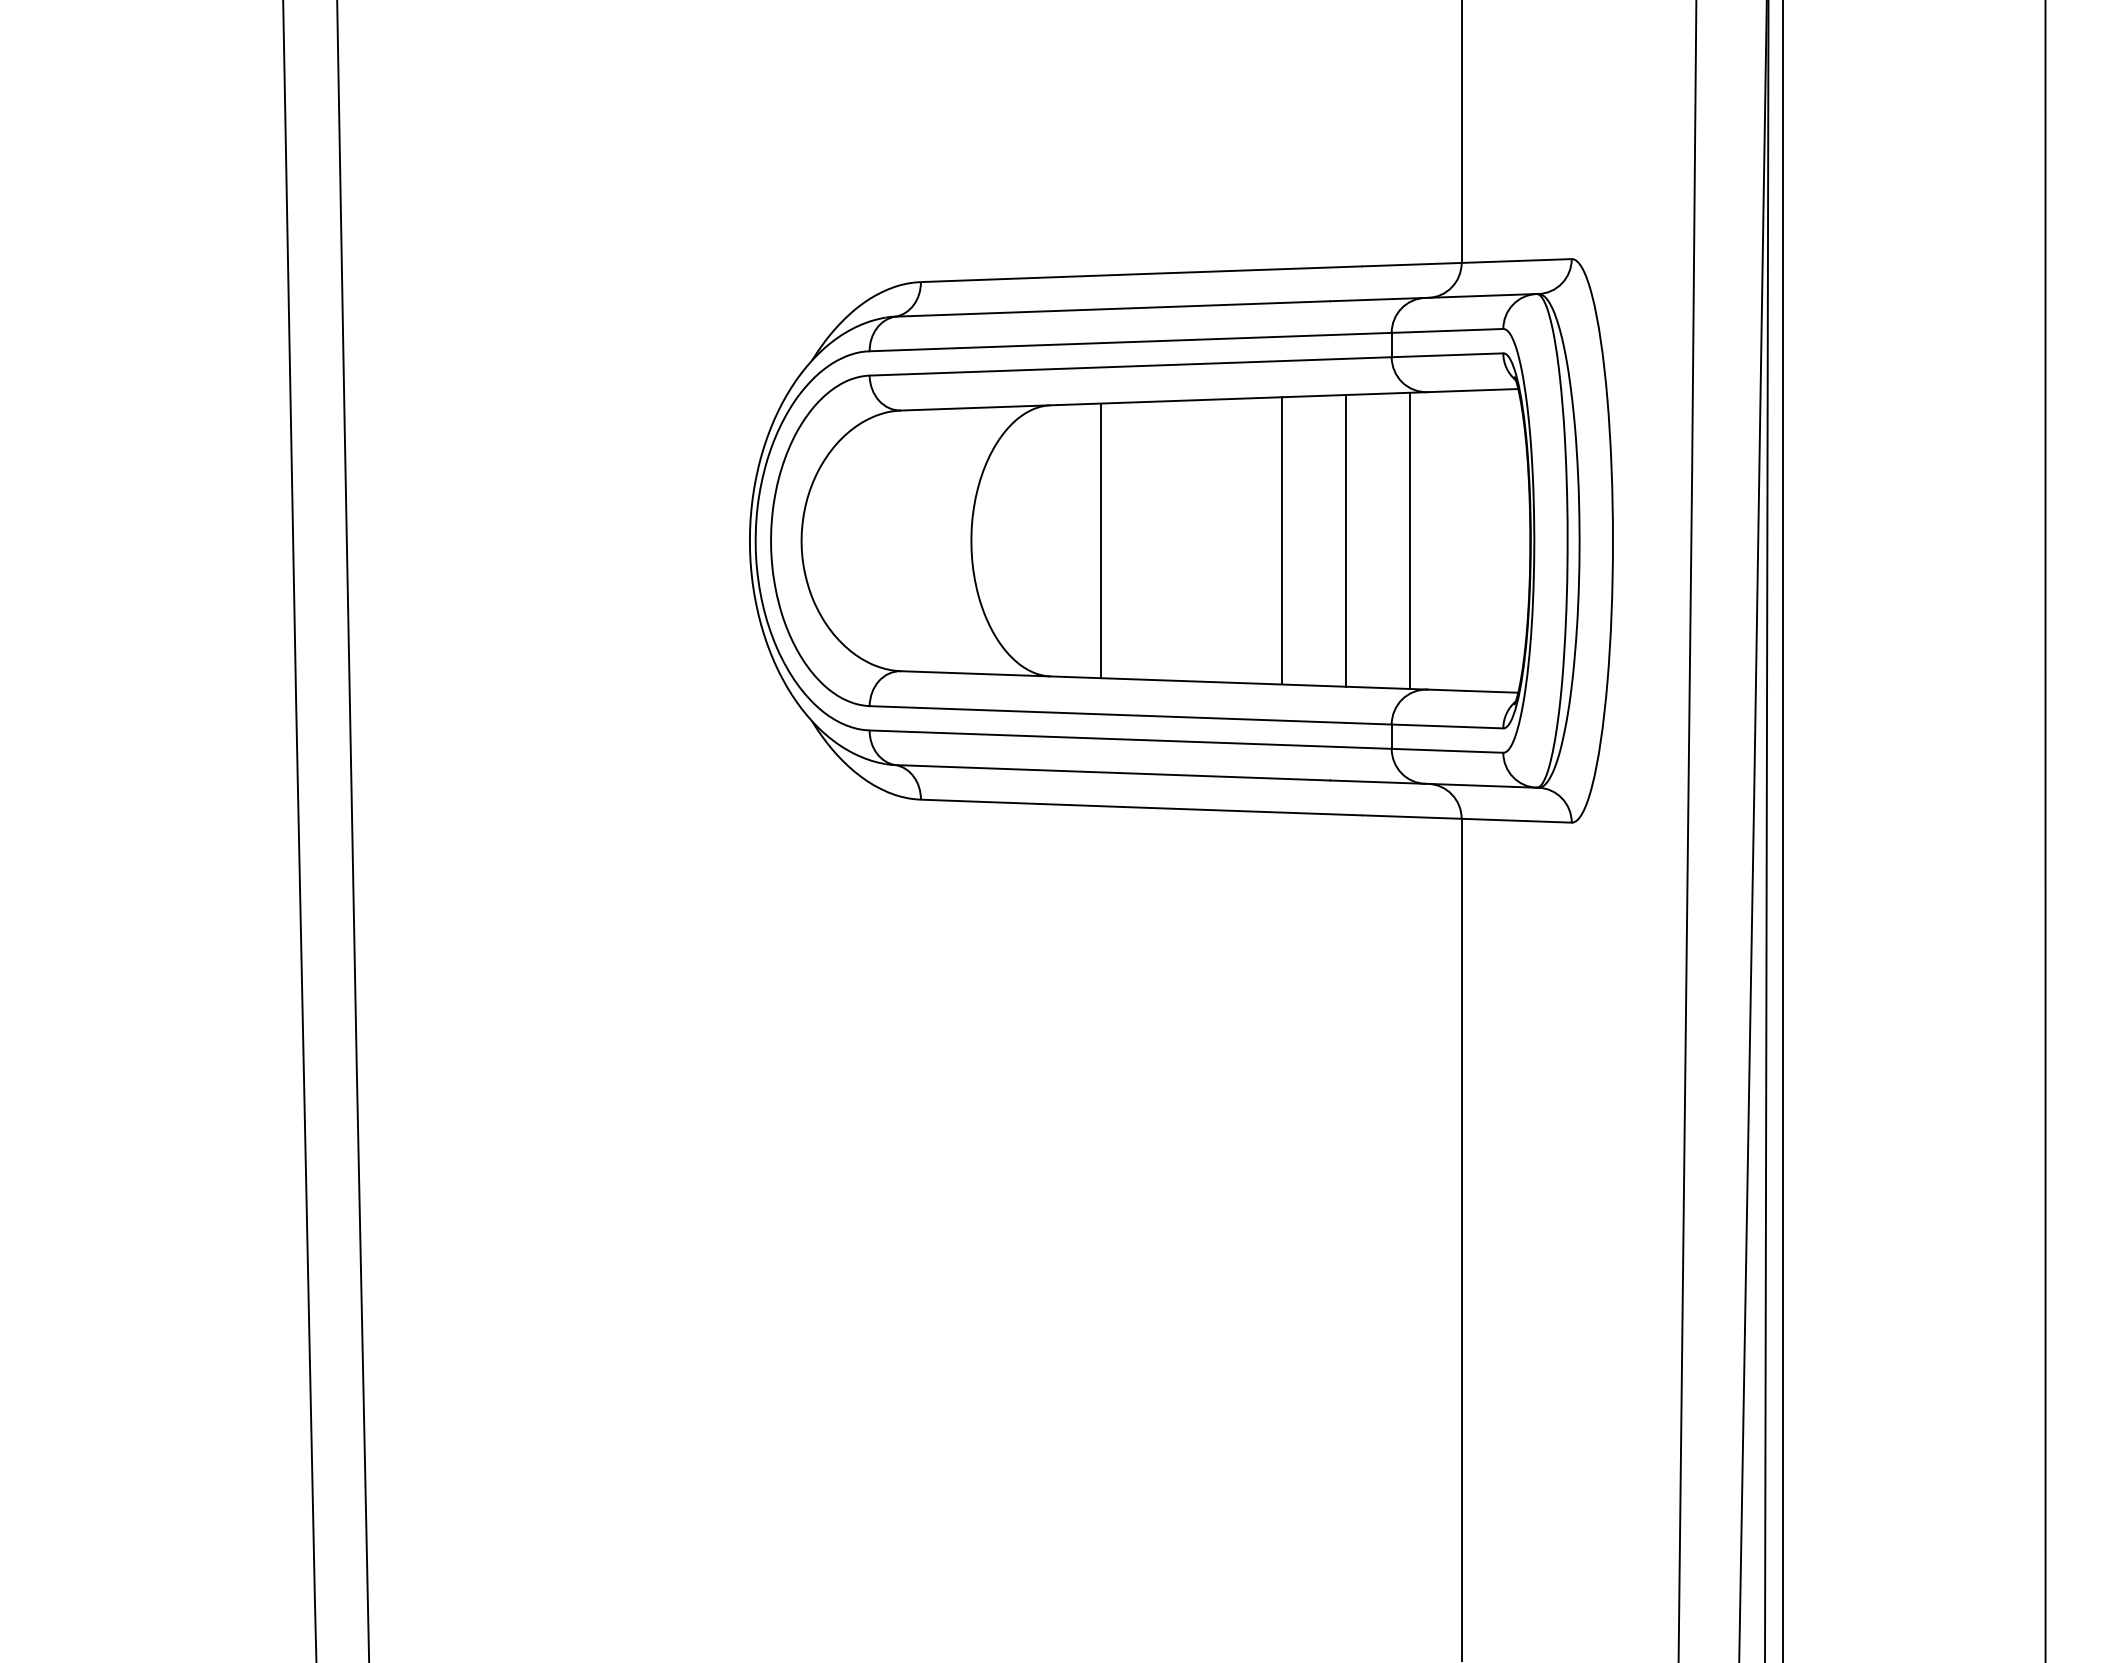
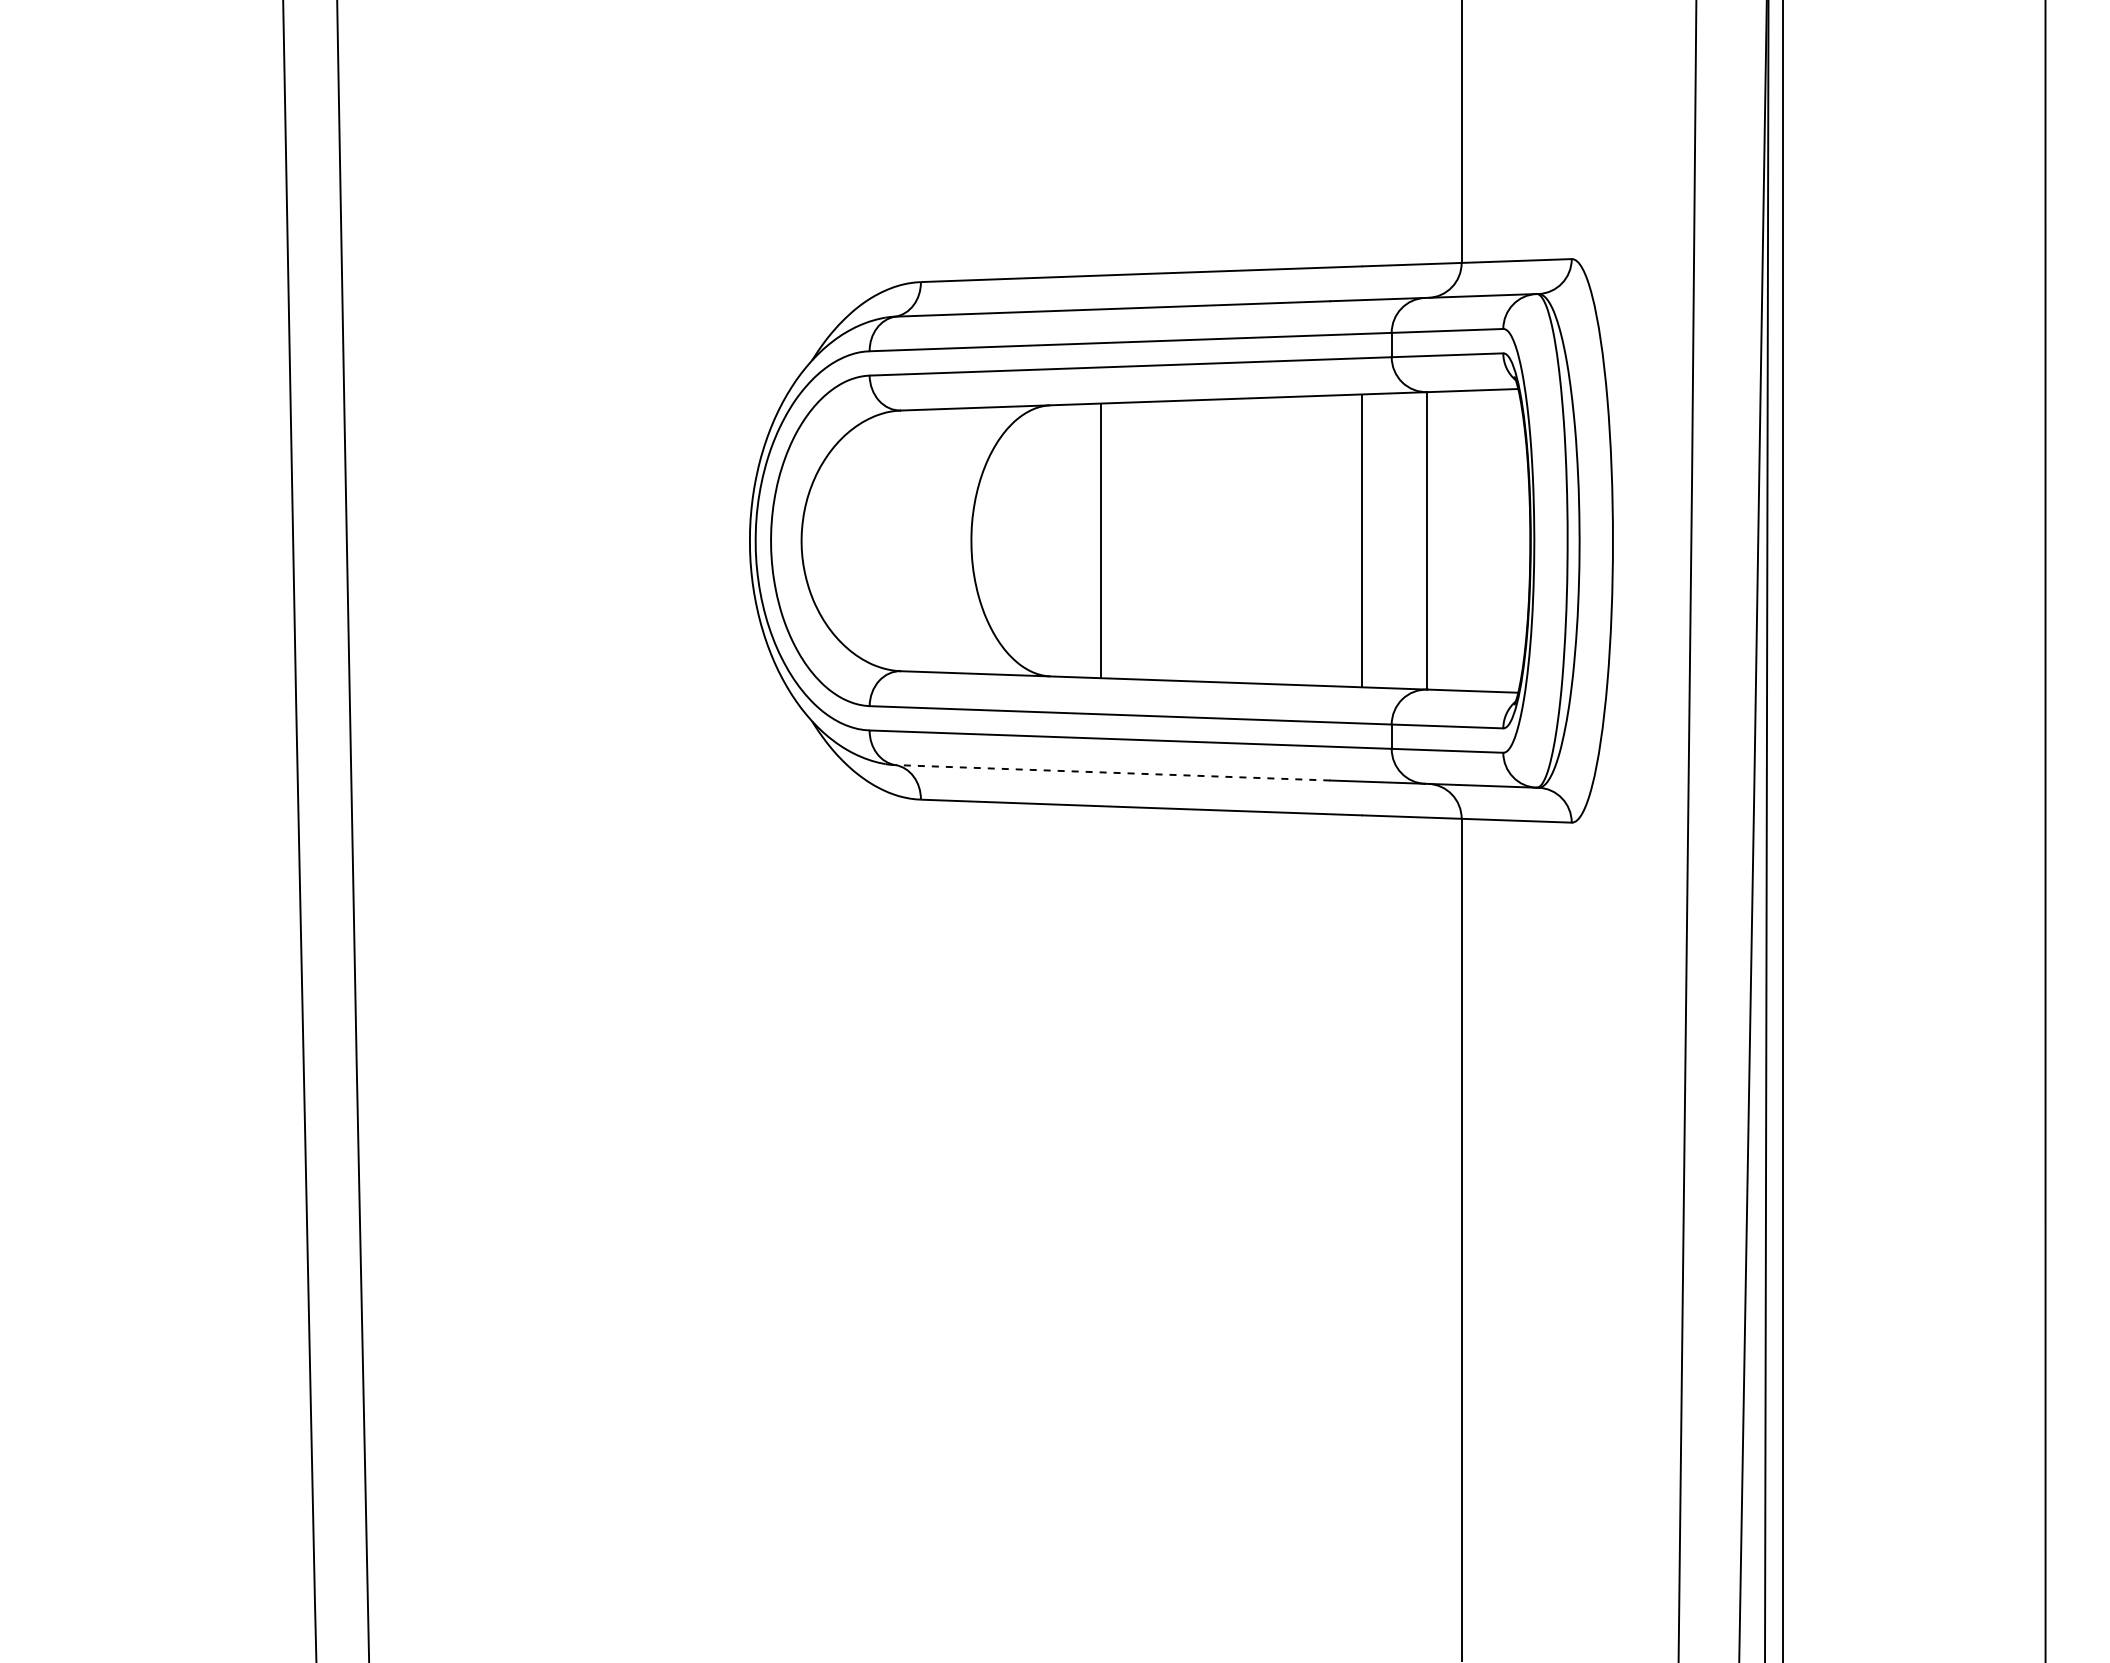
line at (1282, 540): present -> none
line at (1346, 540) position: (1346, 540) -> (1362, 540)
line at (1409, 540) position: (1409, 540) -> (1426, 540)
line at (1112, 772): solid -> dashed
